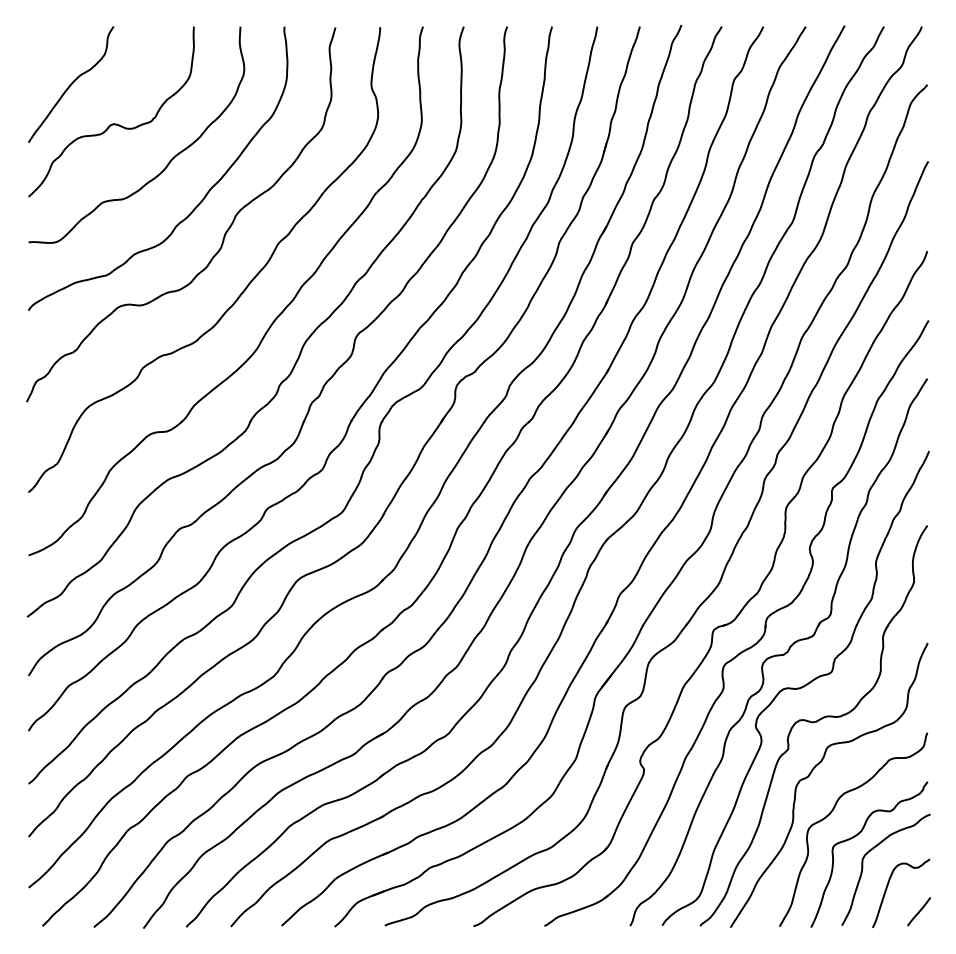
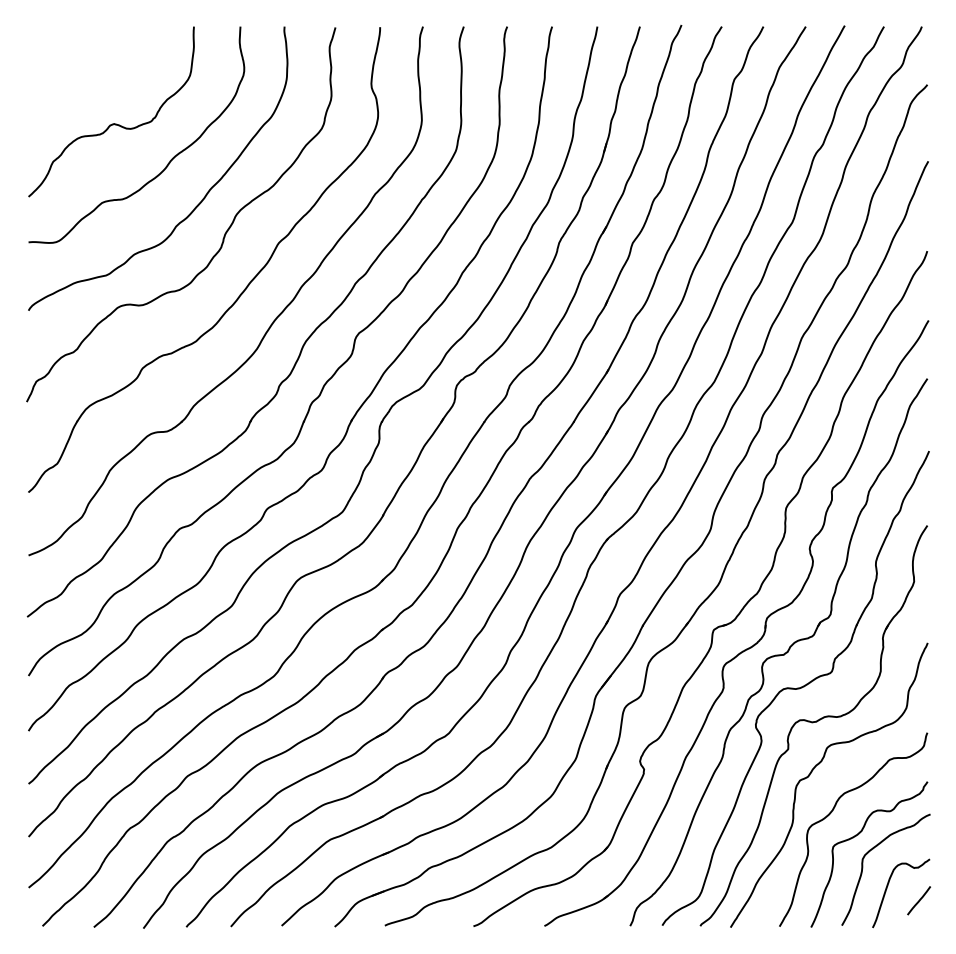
curve at (71, 84): present -> none
line at (918, 911) position: (918, 911) -> (918, 900)
